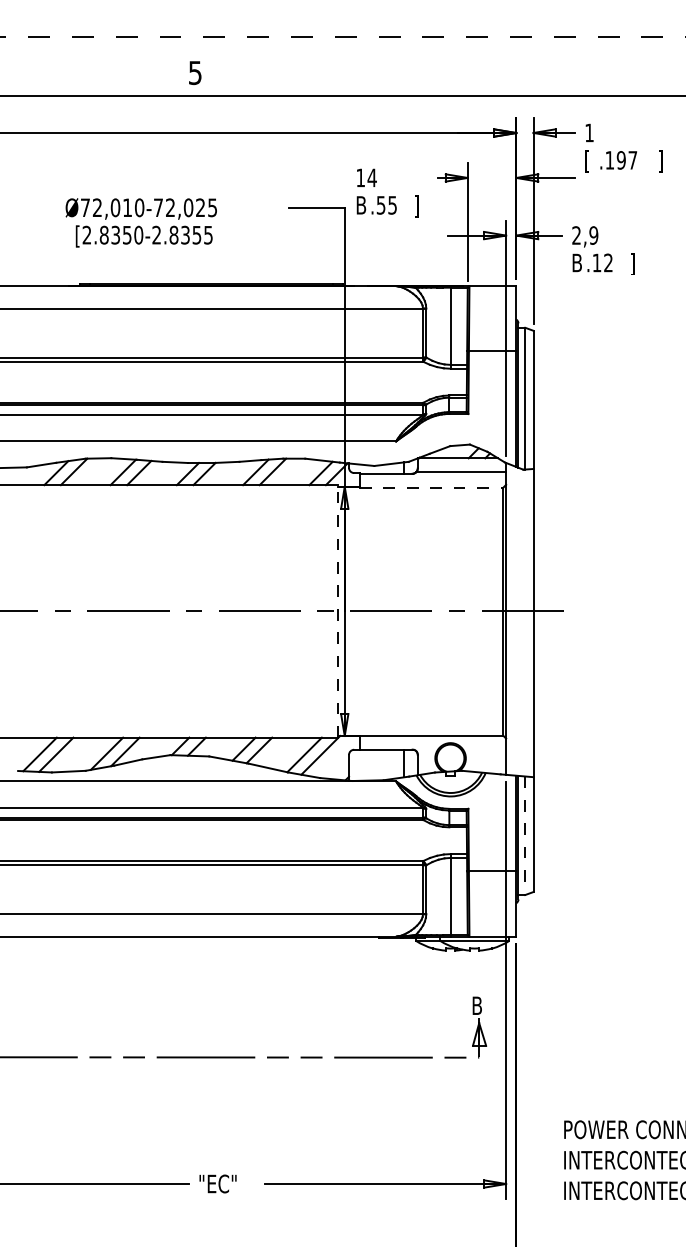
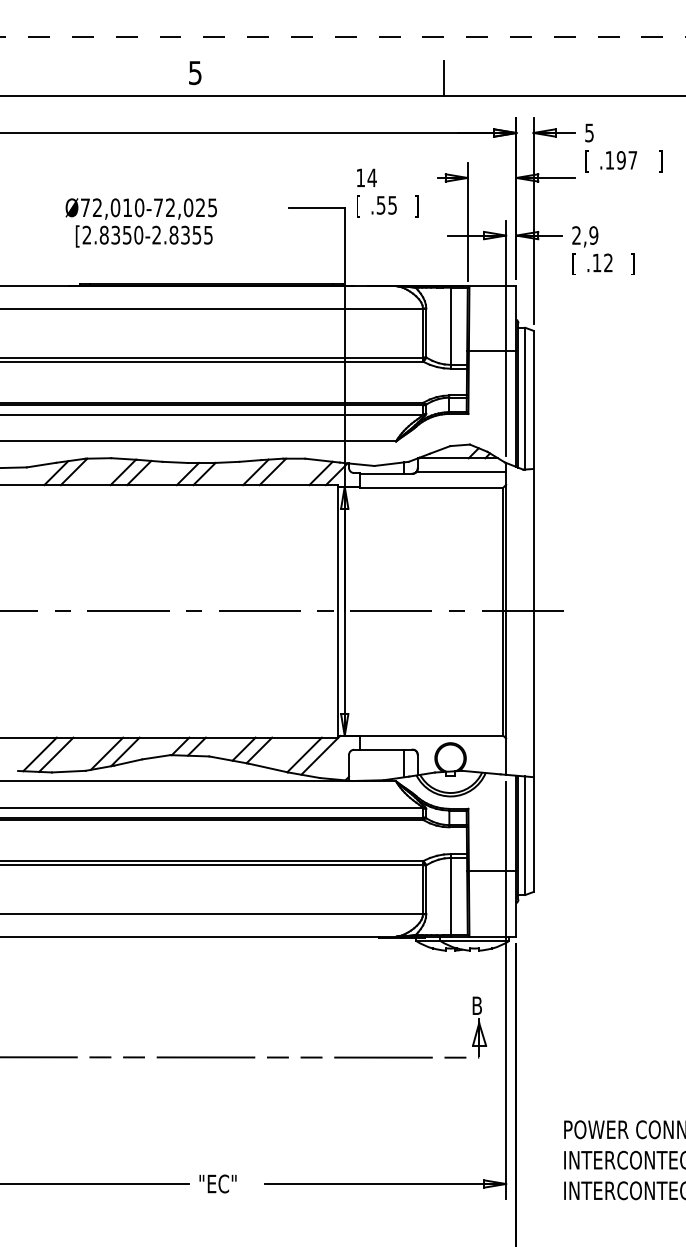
line at (443, 77): none -> present
text at (589, 132): 1 -> 5
text at (361, 206): B -> [
text at (576, 263): B -> [
line at (431, 487): dashed -> solid
line at (338, 610): dashed -> solid
line at (525, 836): dashed -> solid
